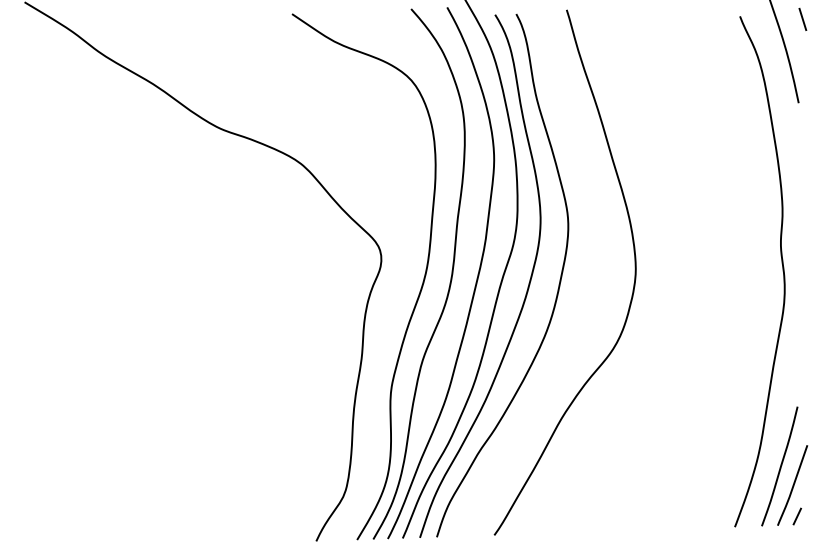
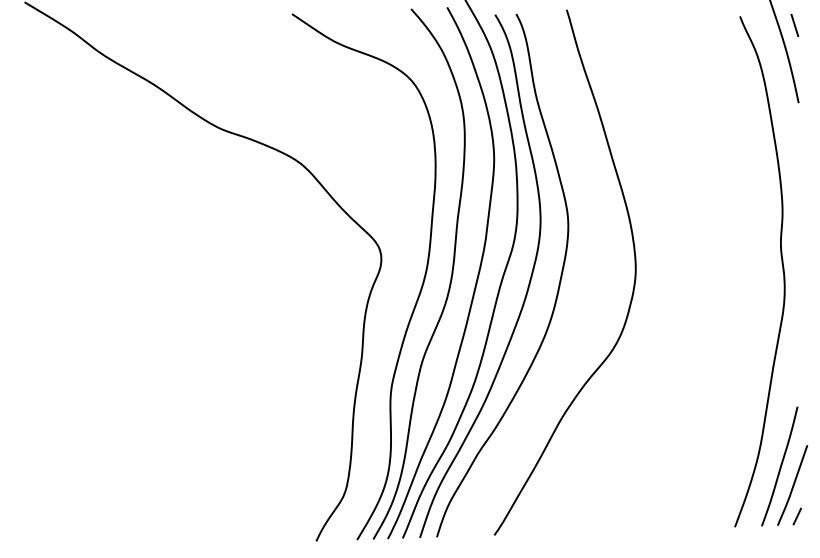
line at (802, 19) position: (802, 19) -> (794, 25)
